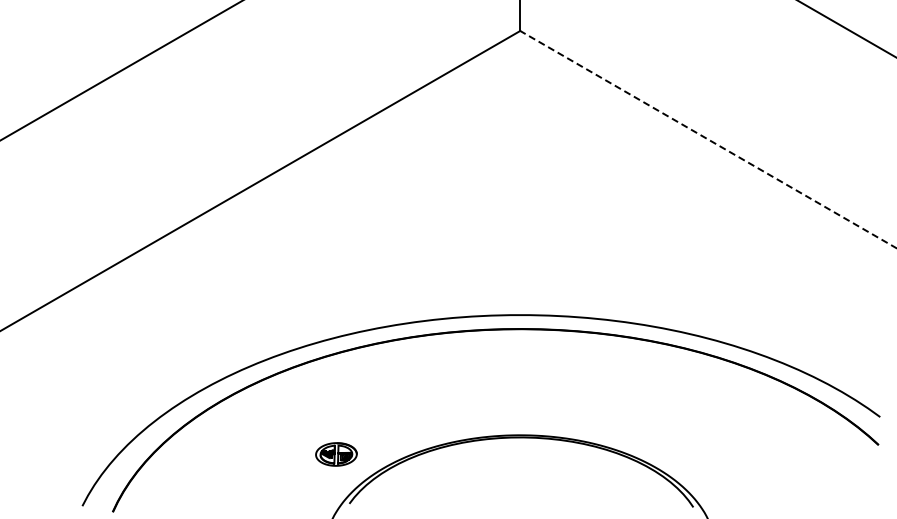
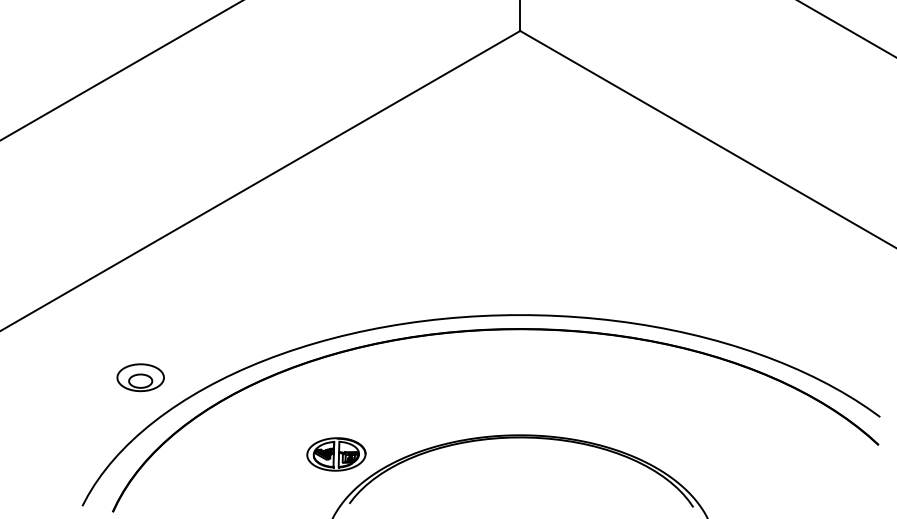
line at (708, 139): dashed -> solid
part at (140, 377): none -> present
part at (336, 454) size: 43x25 px -> 61x35 px
